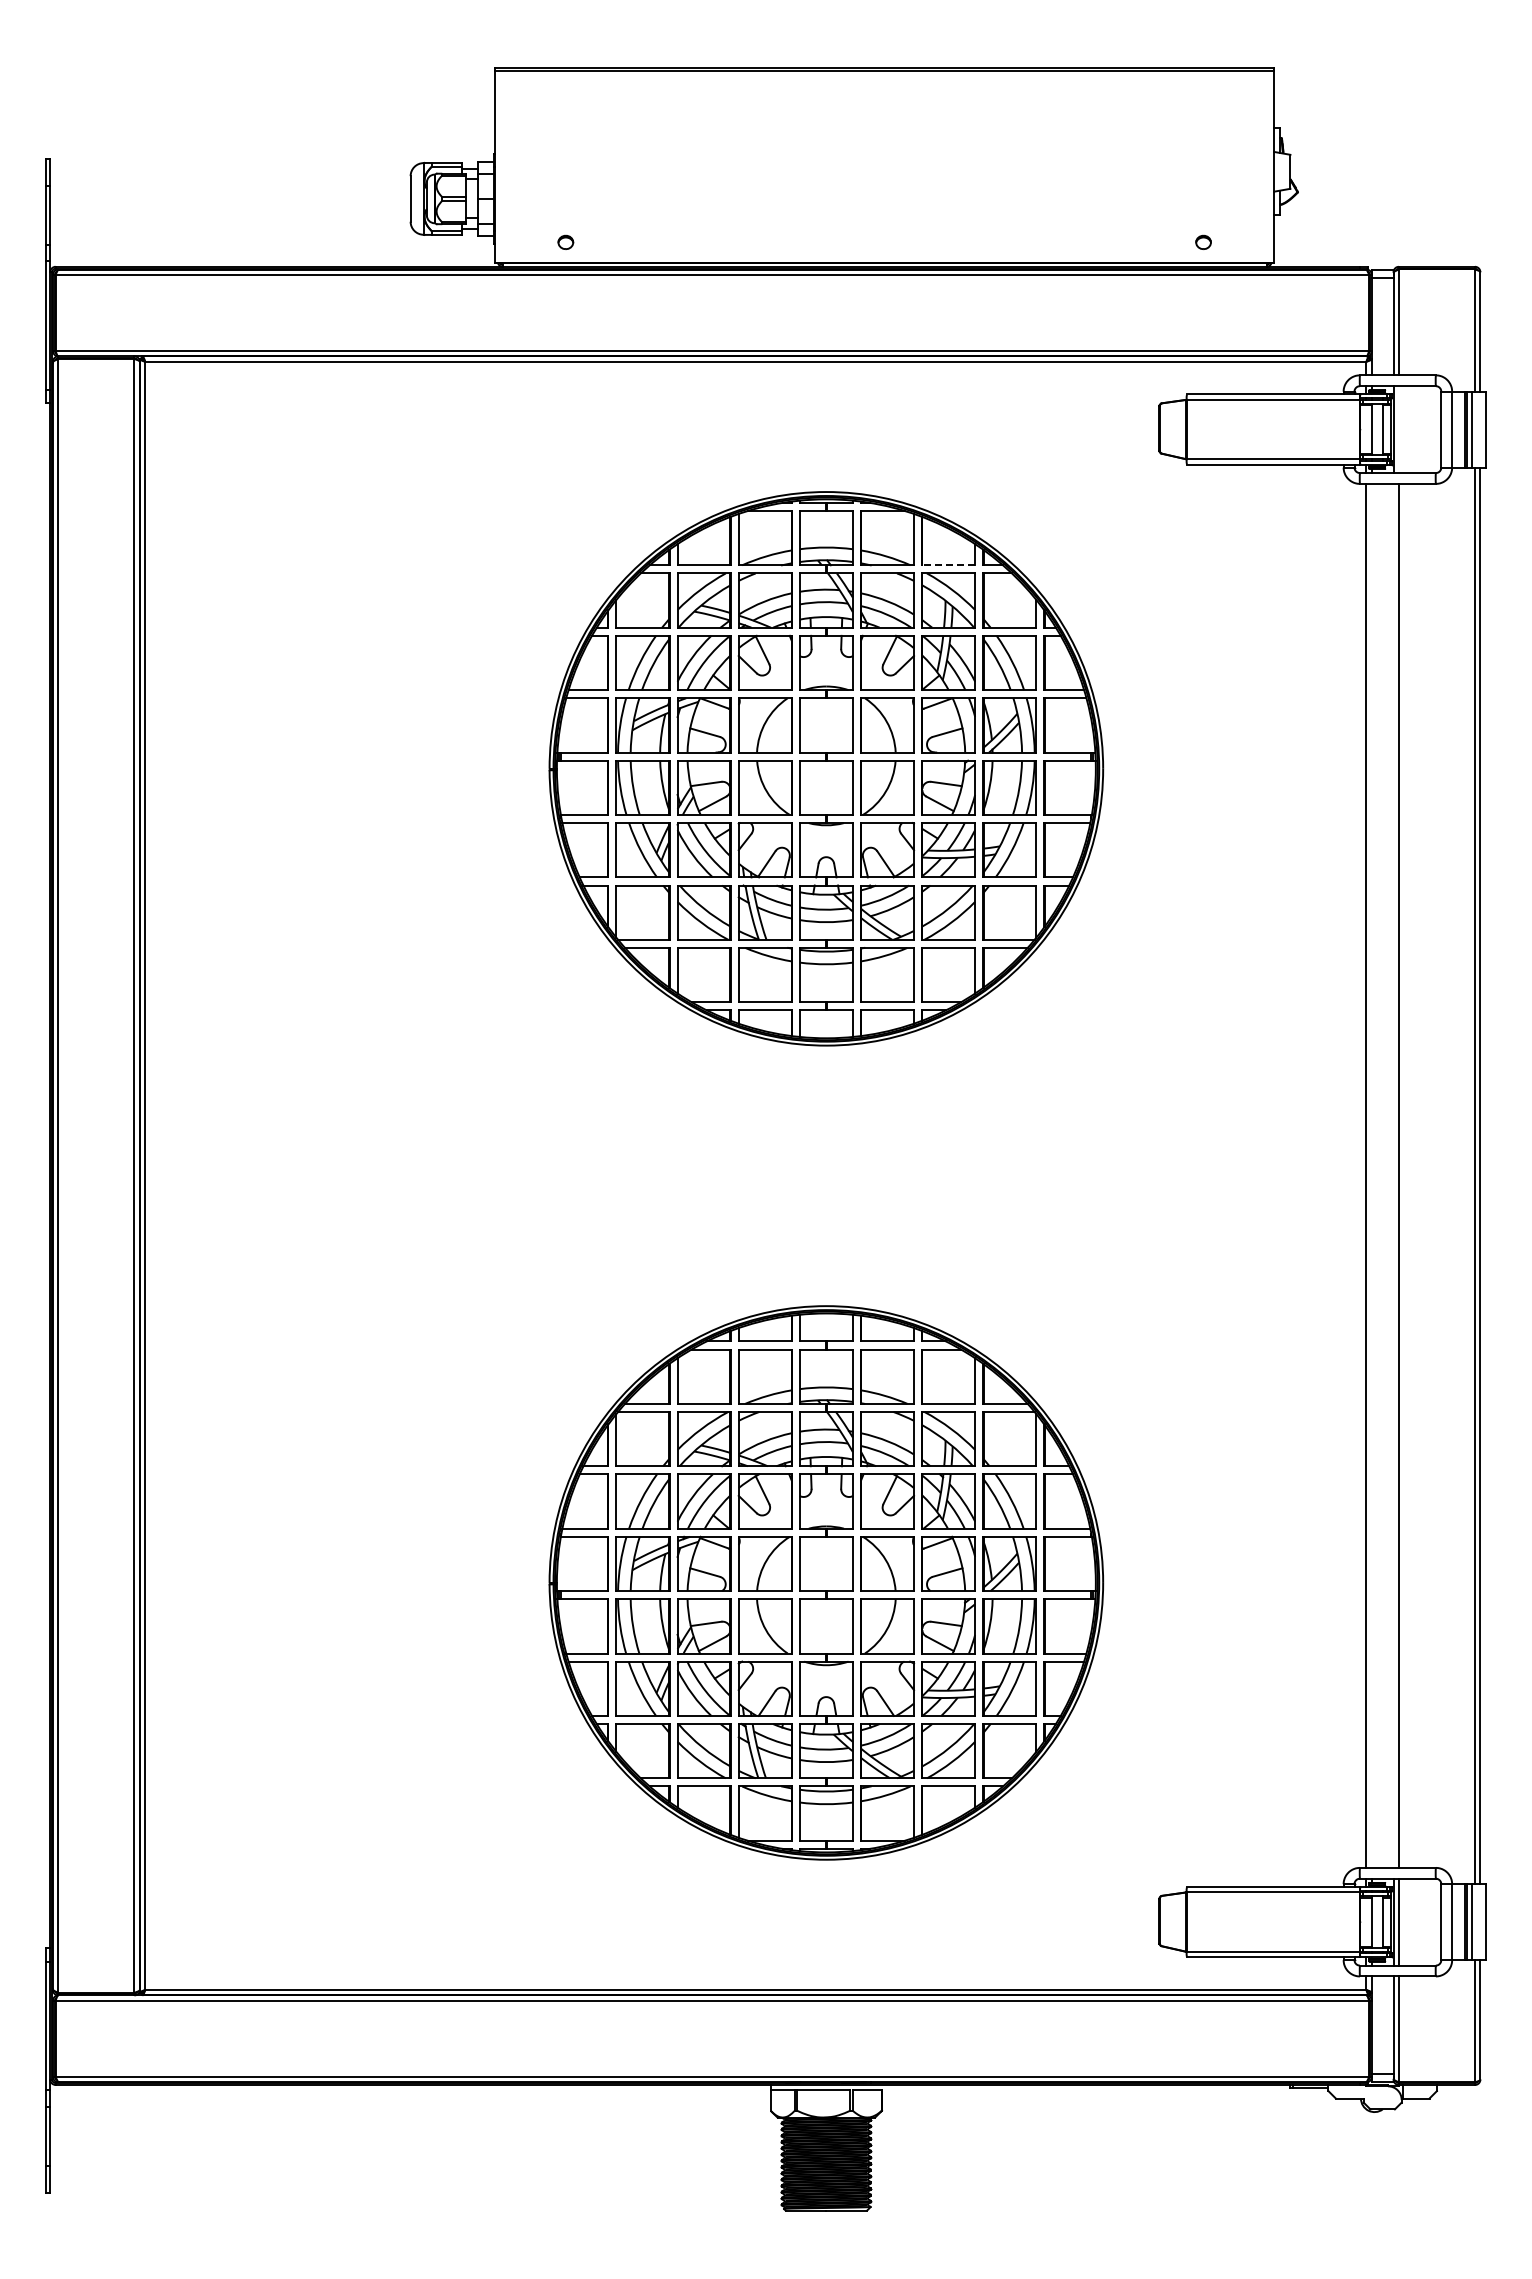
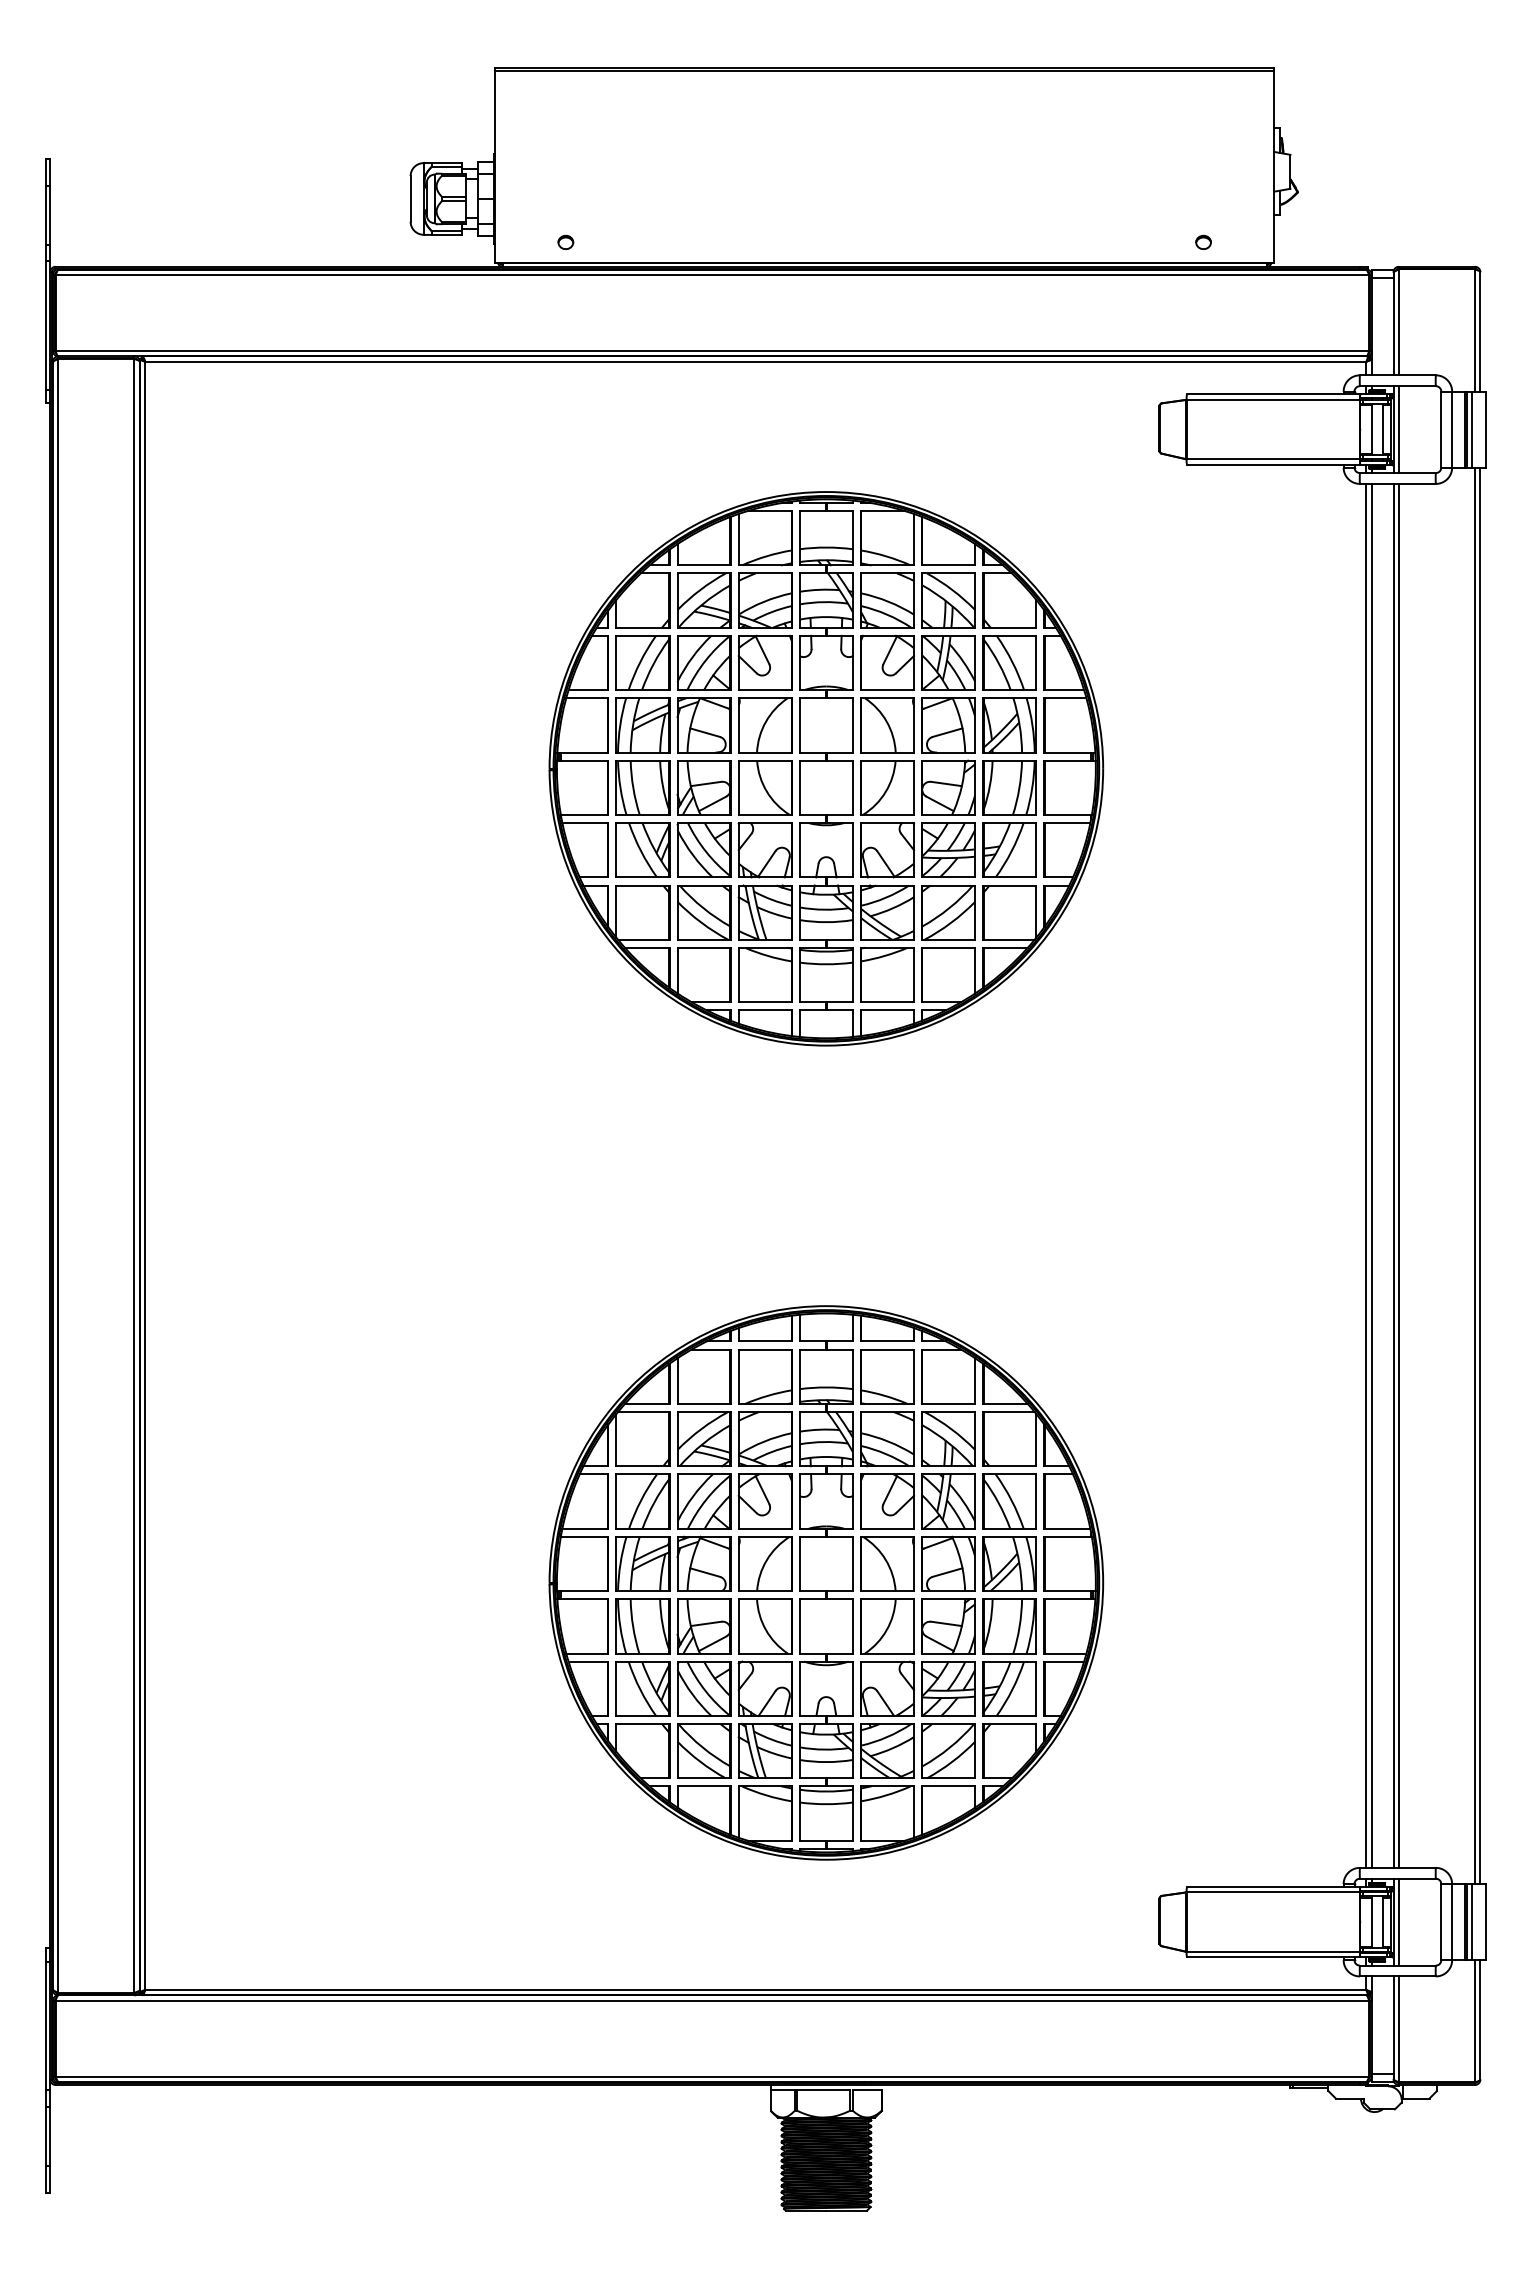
line at (1398, 429): none -> present
line at (948, 565): dashed -> solid
line at (1371, 1175): none -> present
line at (1393, 1175): none -> present
